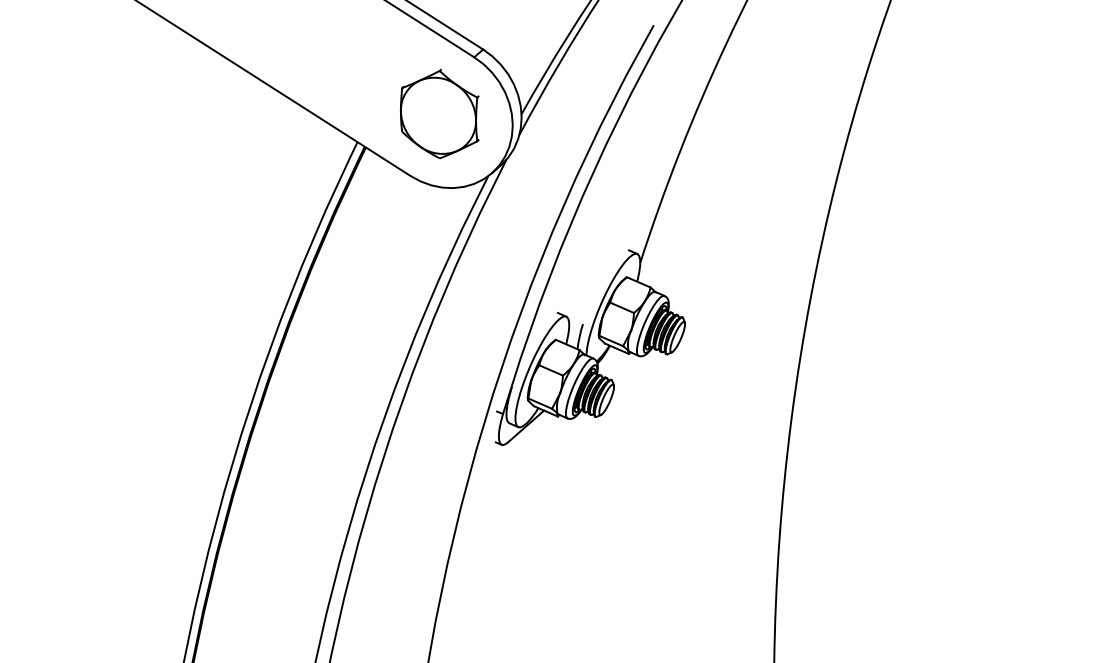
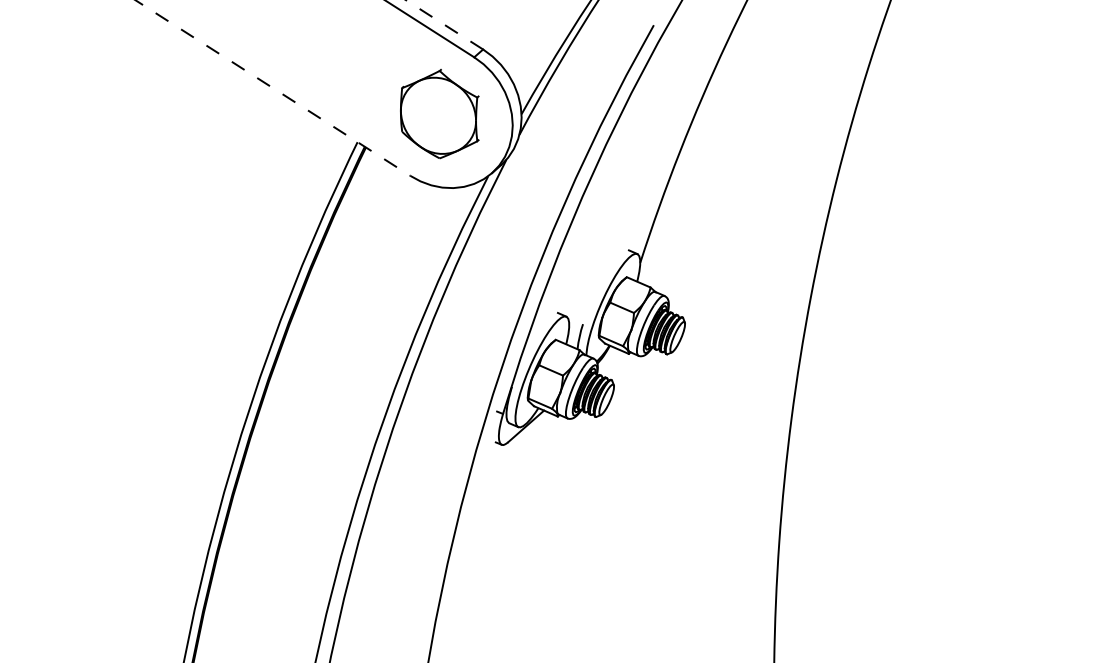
line at (444, 24): solid -> dashed
line at (273, 88): solid -> dashed
